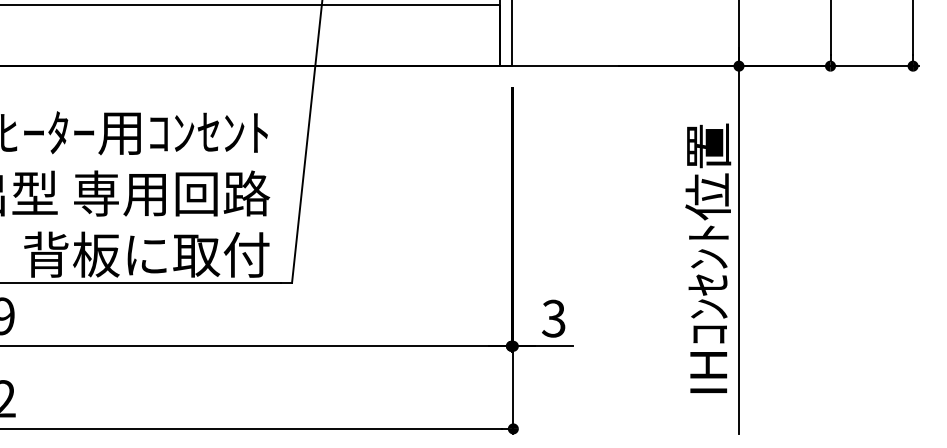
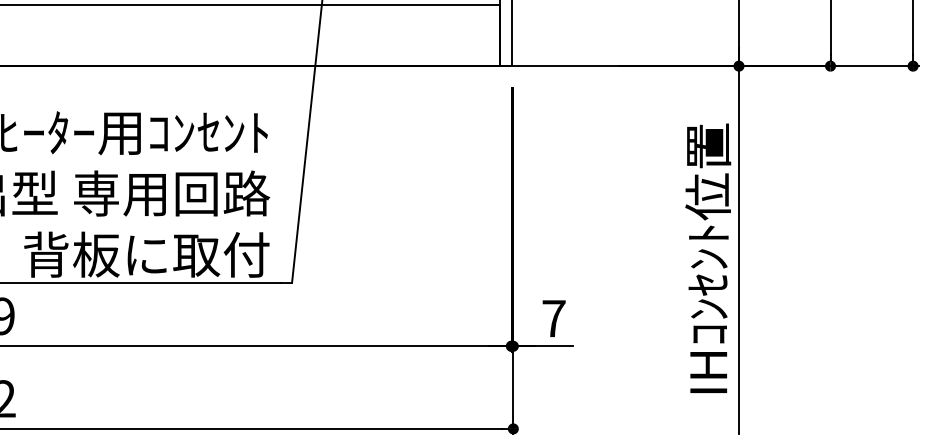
text at (553, 318): 3 -> 7
